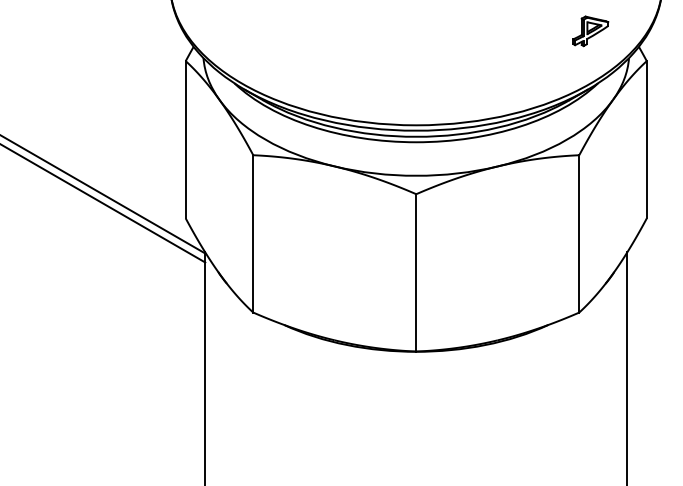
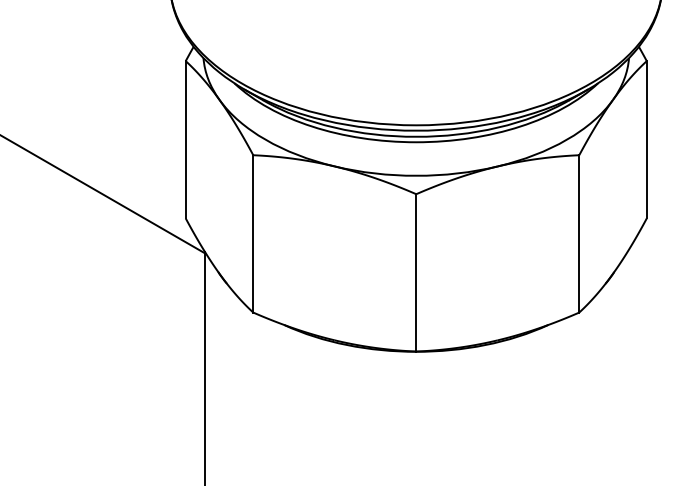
part at (590, 31): present -> none
line at (103, 203): present -> none
line at (627, 367): present -> none
